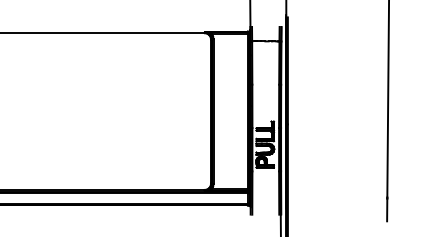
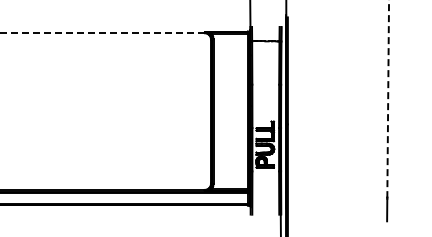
line at (102, 33): solid -> dashed
line at (388, 99): solid -> dashed
